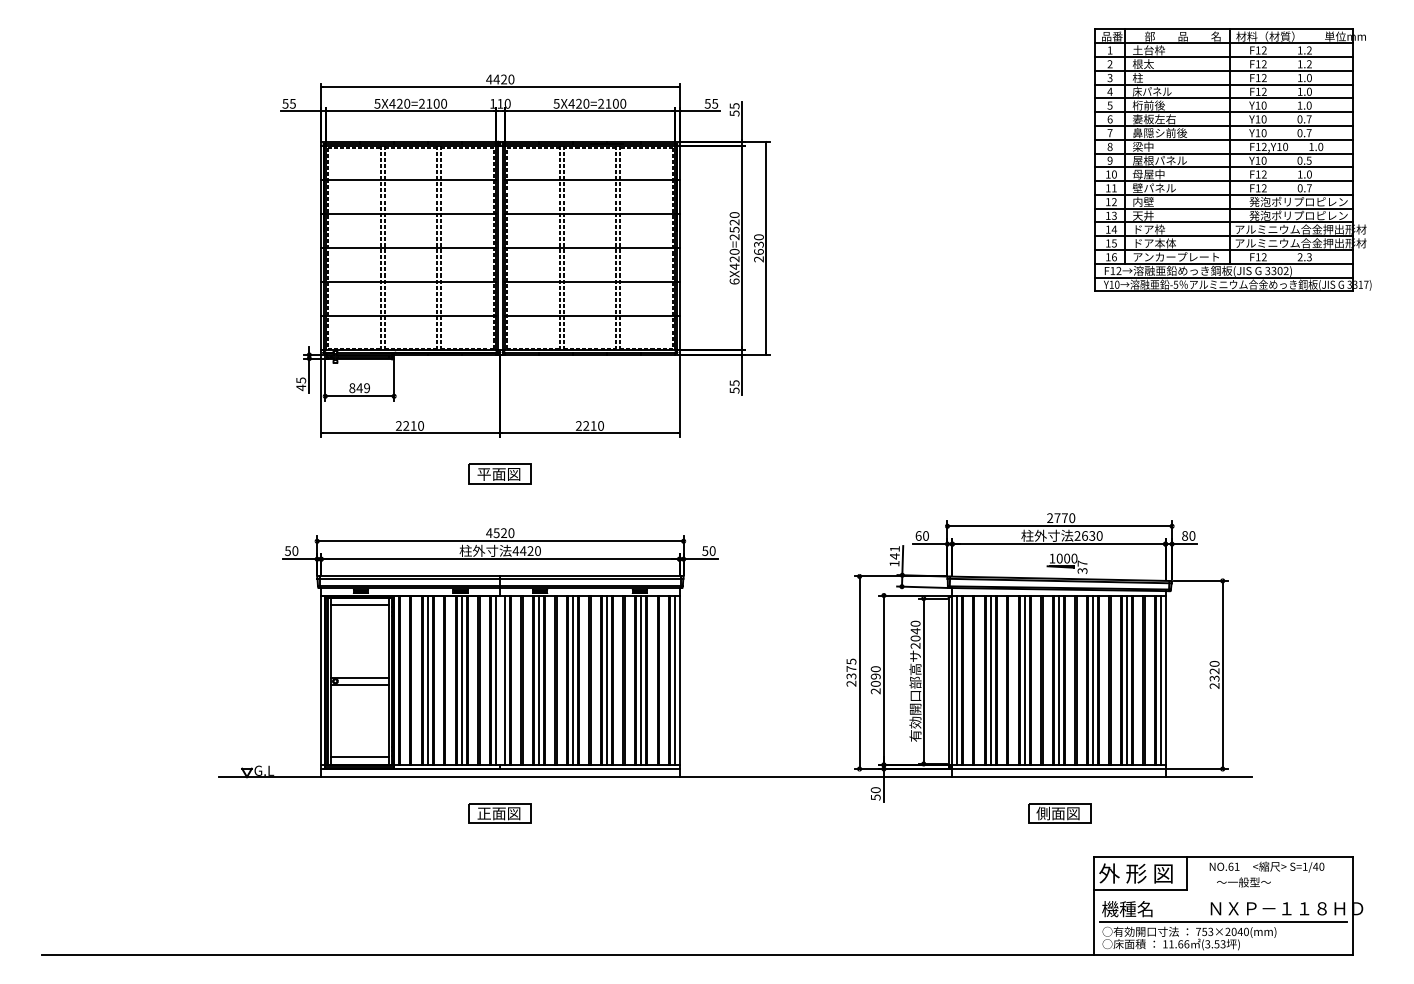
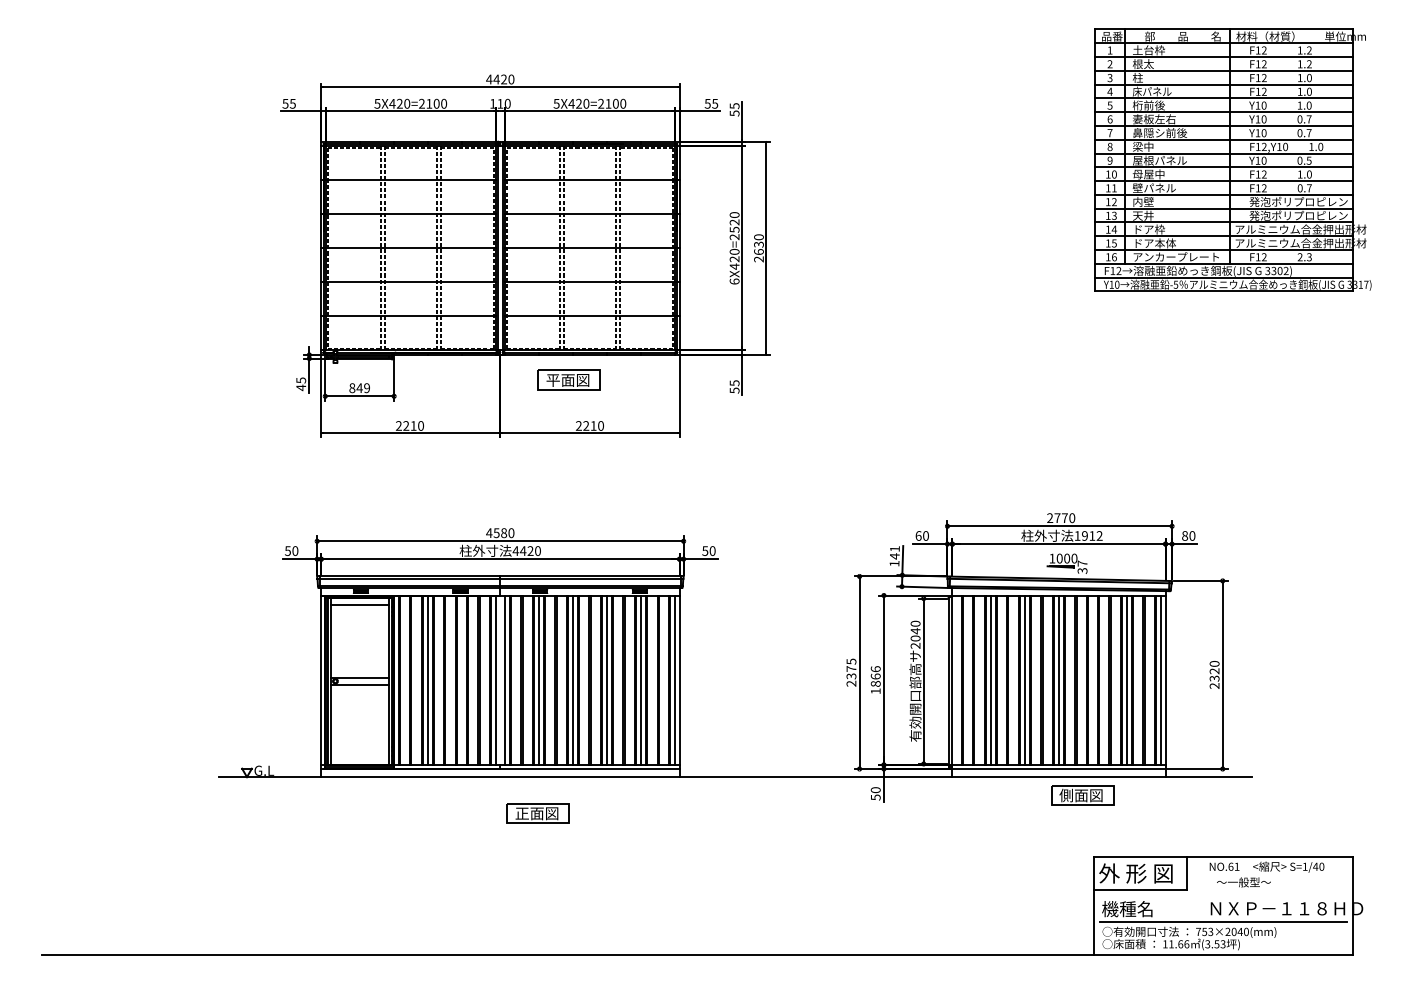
part at (499, 473) position: (499, 473) -> (568, 379)
text at (504, 533): 4520 -> 4580
text at (1088, 535): 2630 -> 1912
line at (461, 679): present -> none
line at (956, 679): present -> none
line at (1093, 679): present -> none
text at (875, 680): 2090 -> 1866
line at (359, 757): present -> none
part at (499, 813) position: (499, 813) -> (537, 813)
part at (1059, 813) position: (1059, 813) -> (1082, 795)
